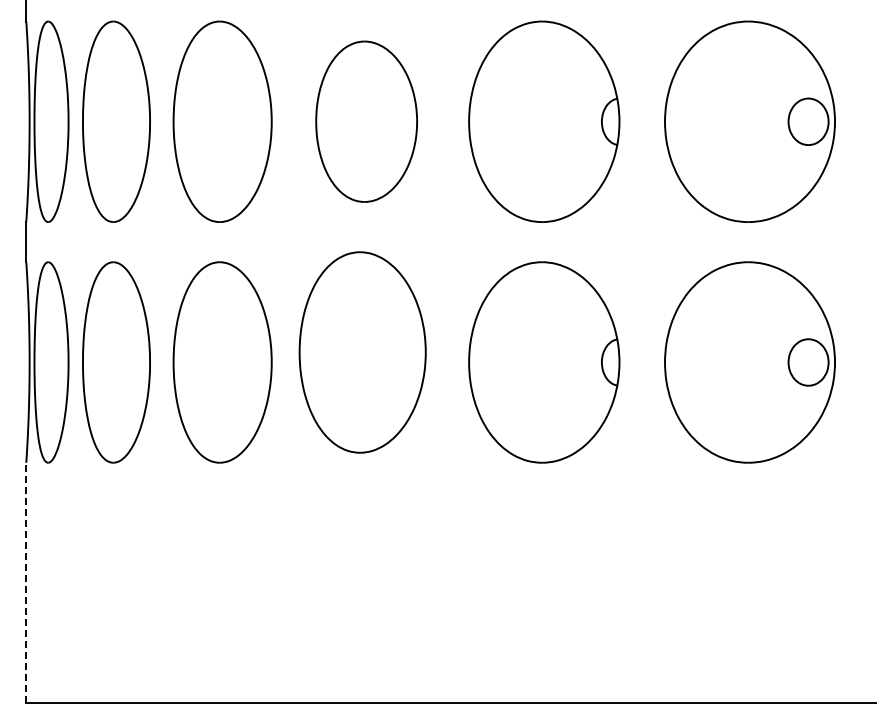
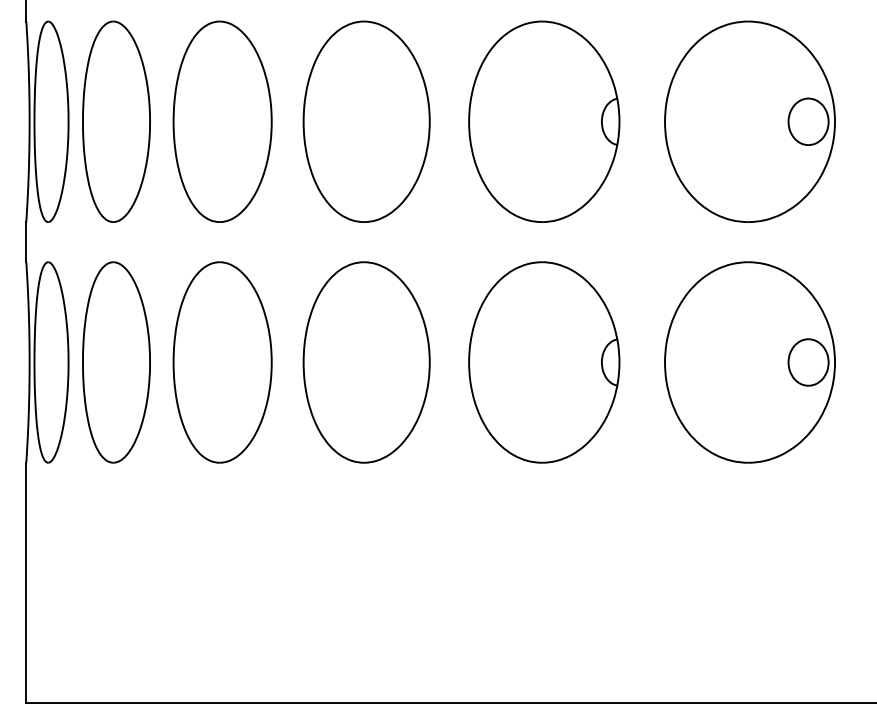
part at (366, 121) size: 103x163 px -> 129x203 px
part at (362, 352) position: (362, 352) -> (366, 362)
line at (26, 582): dashed -> solid
